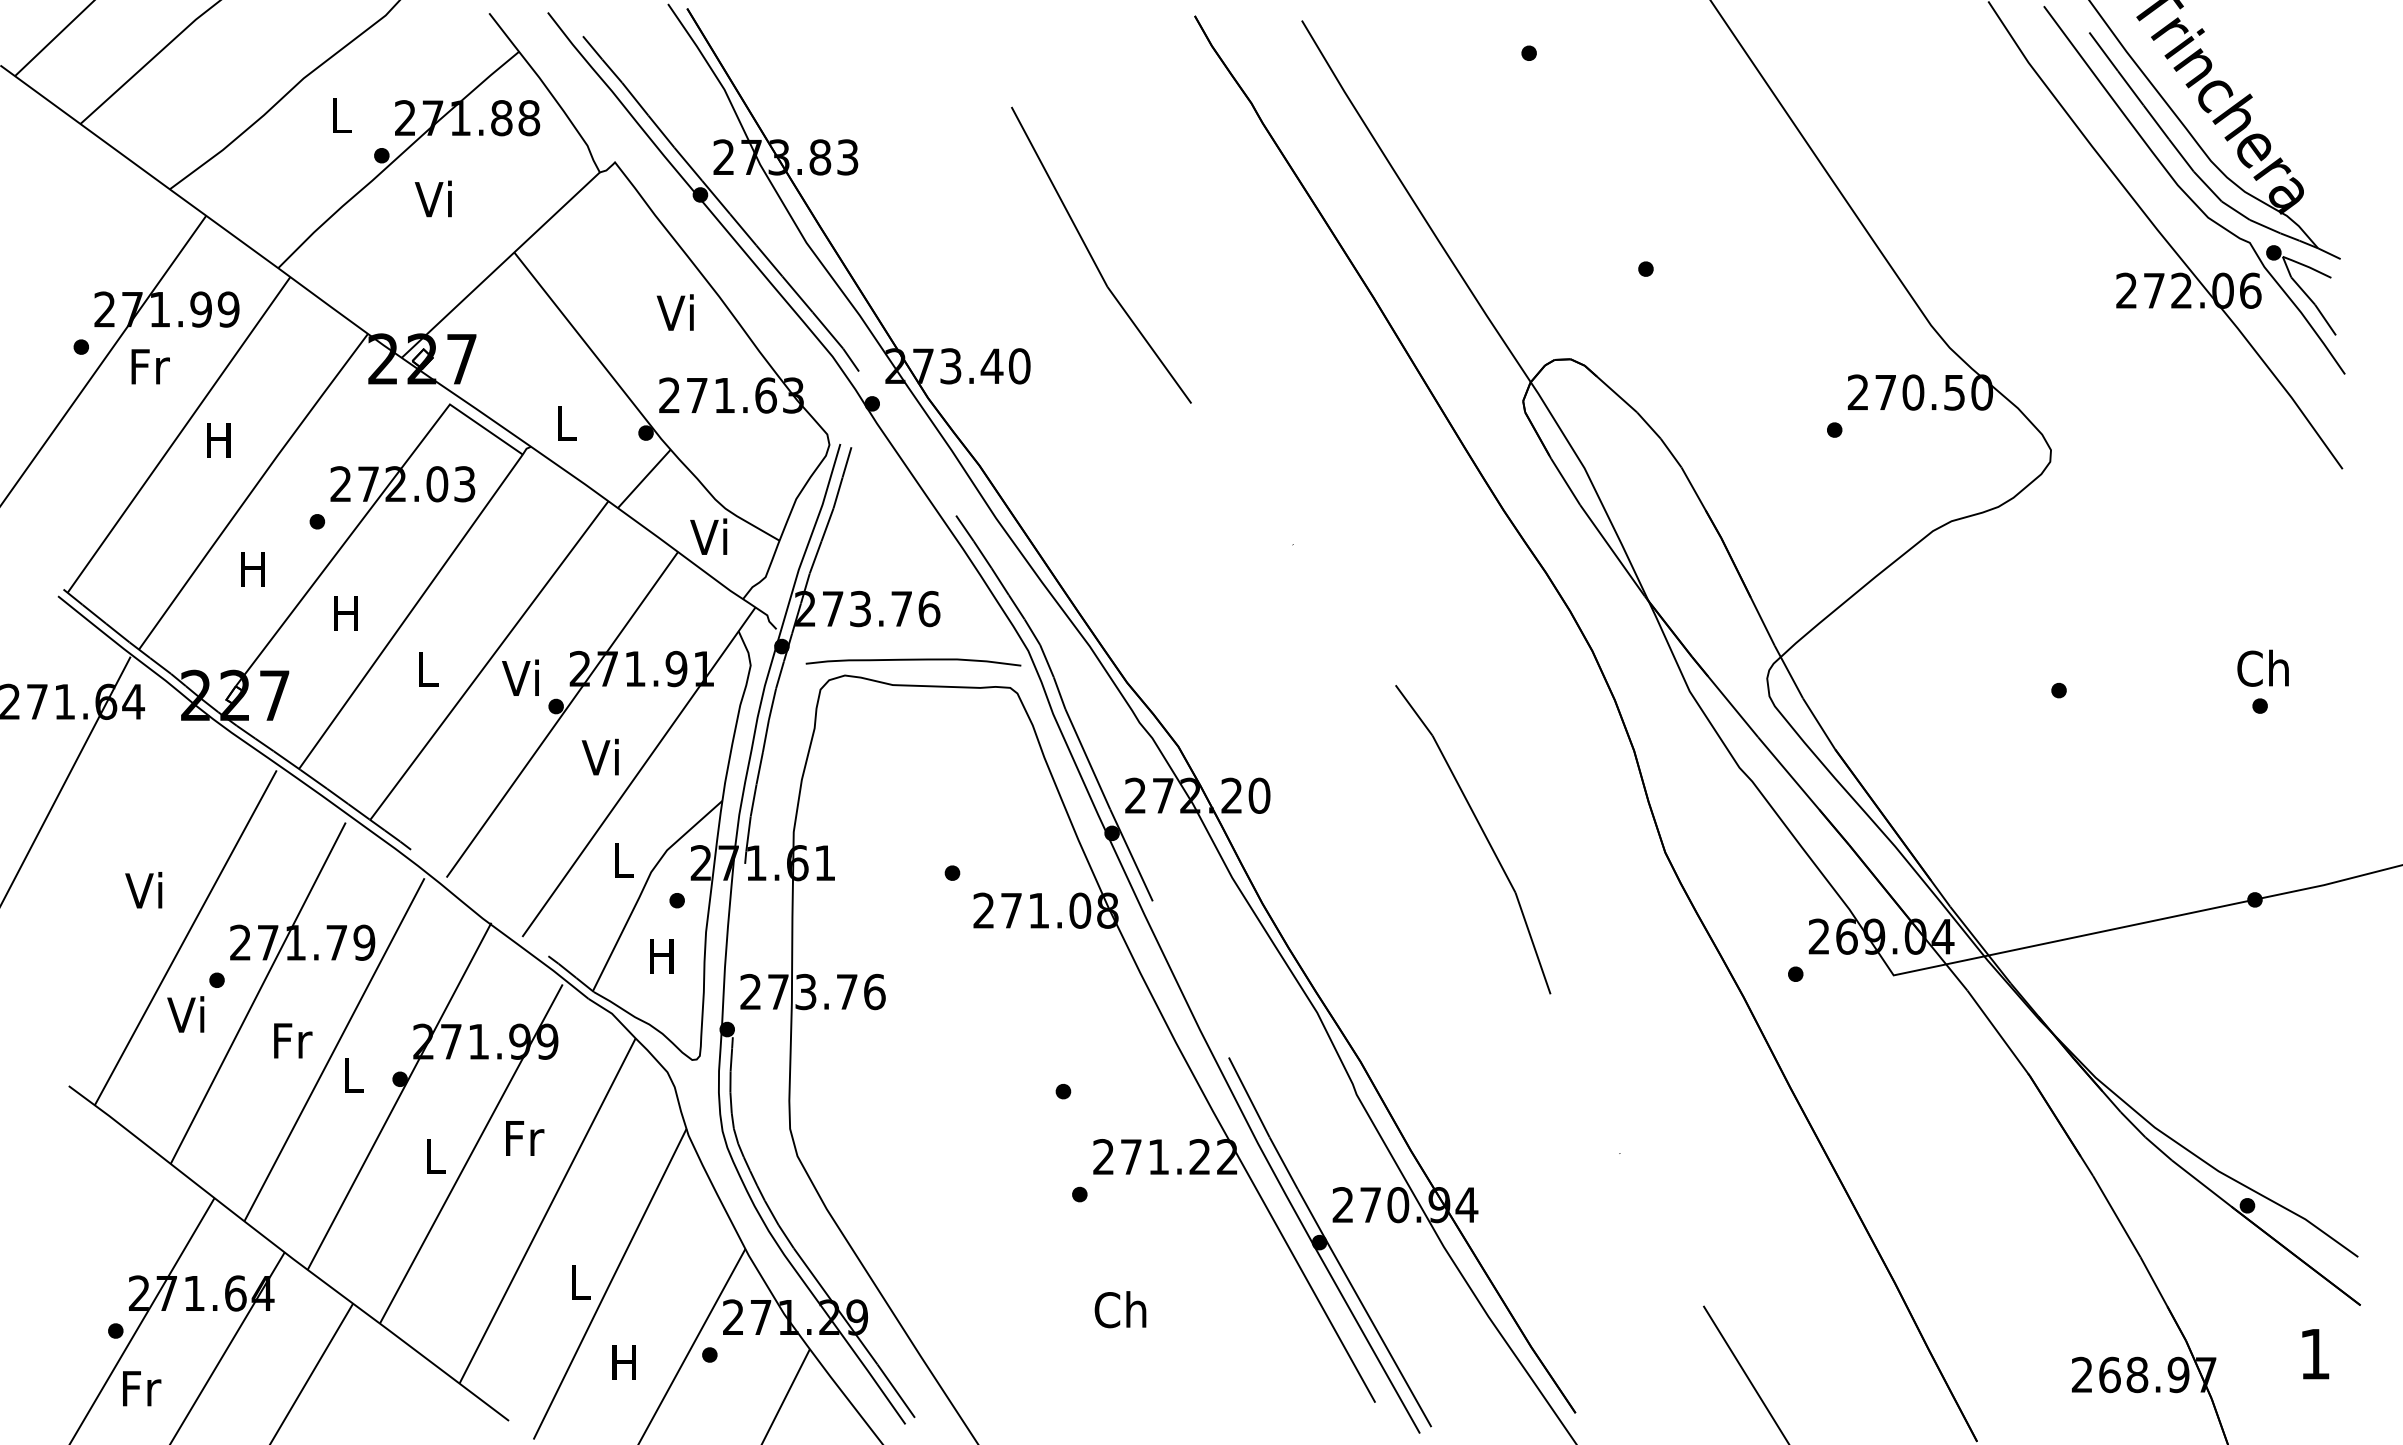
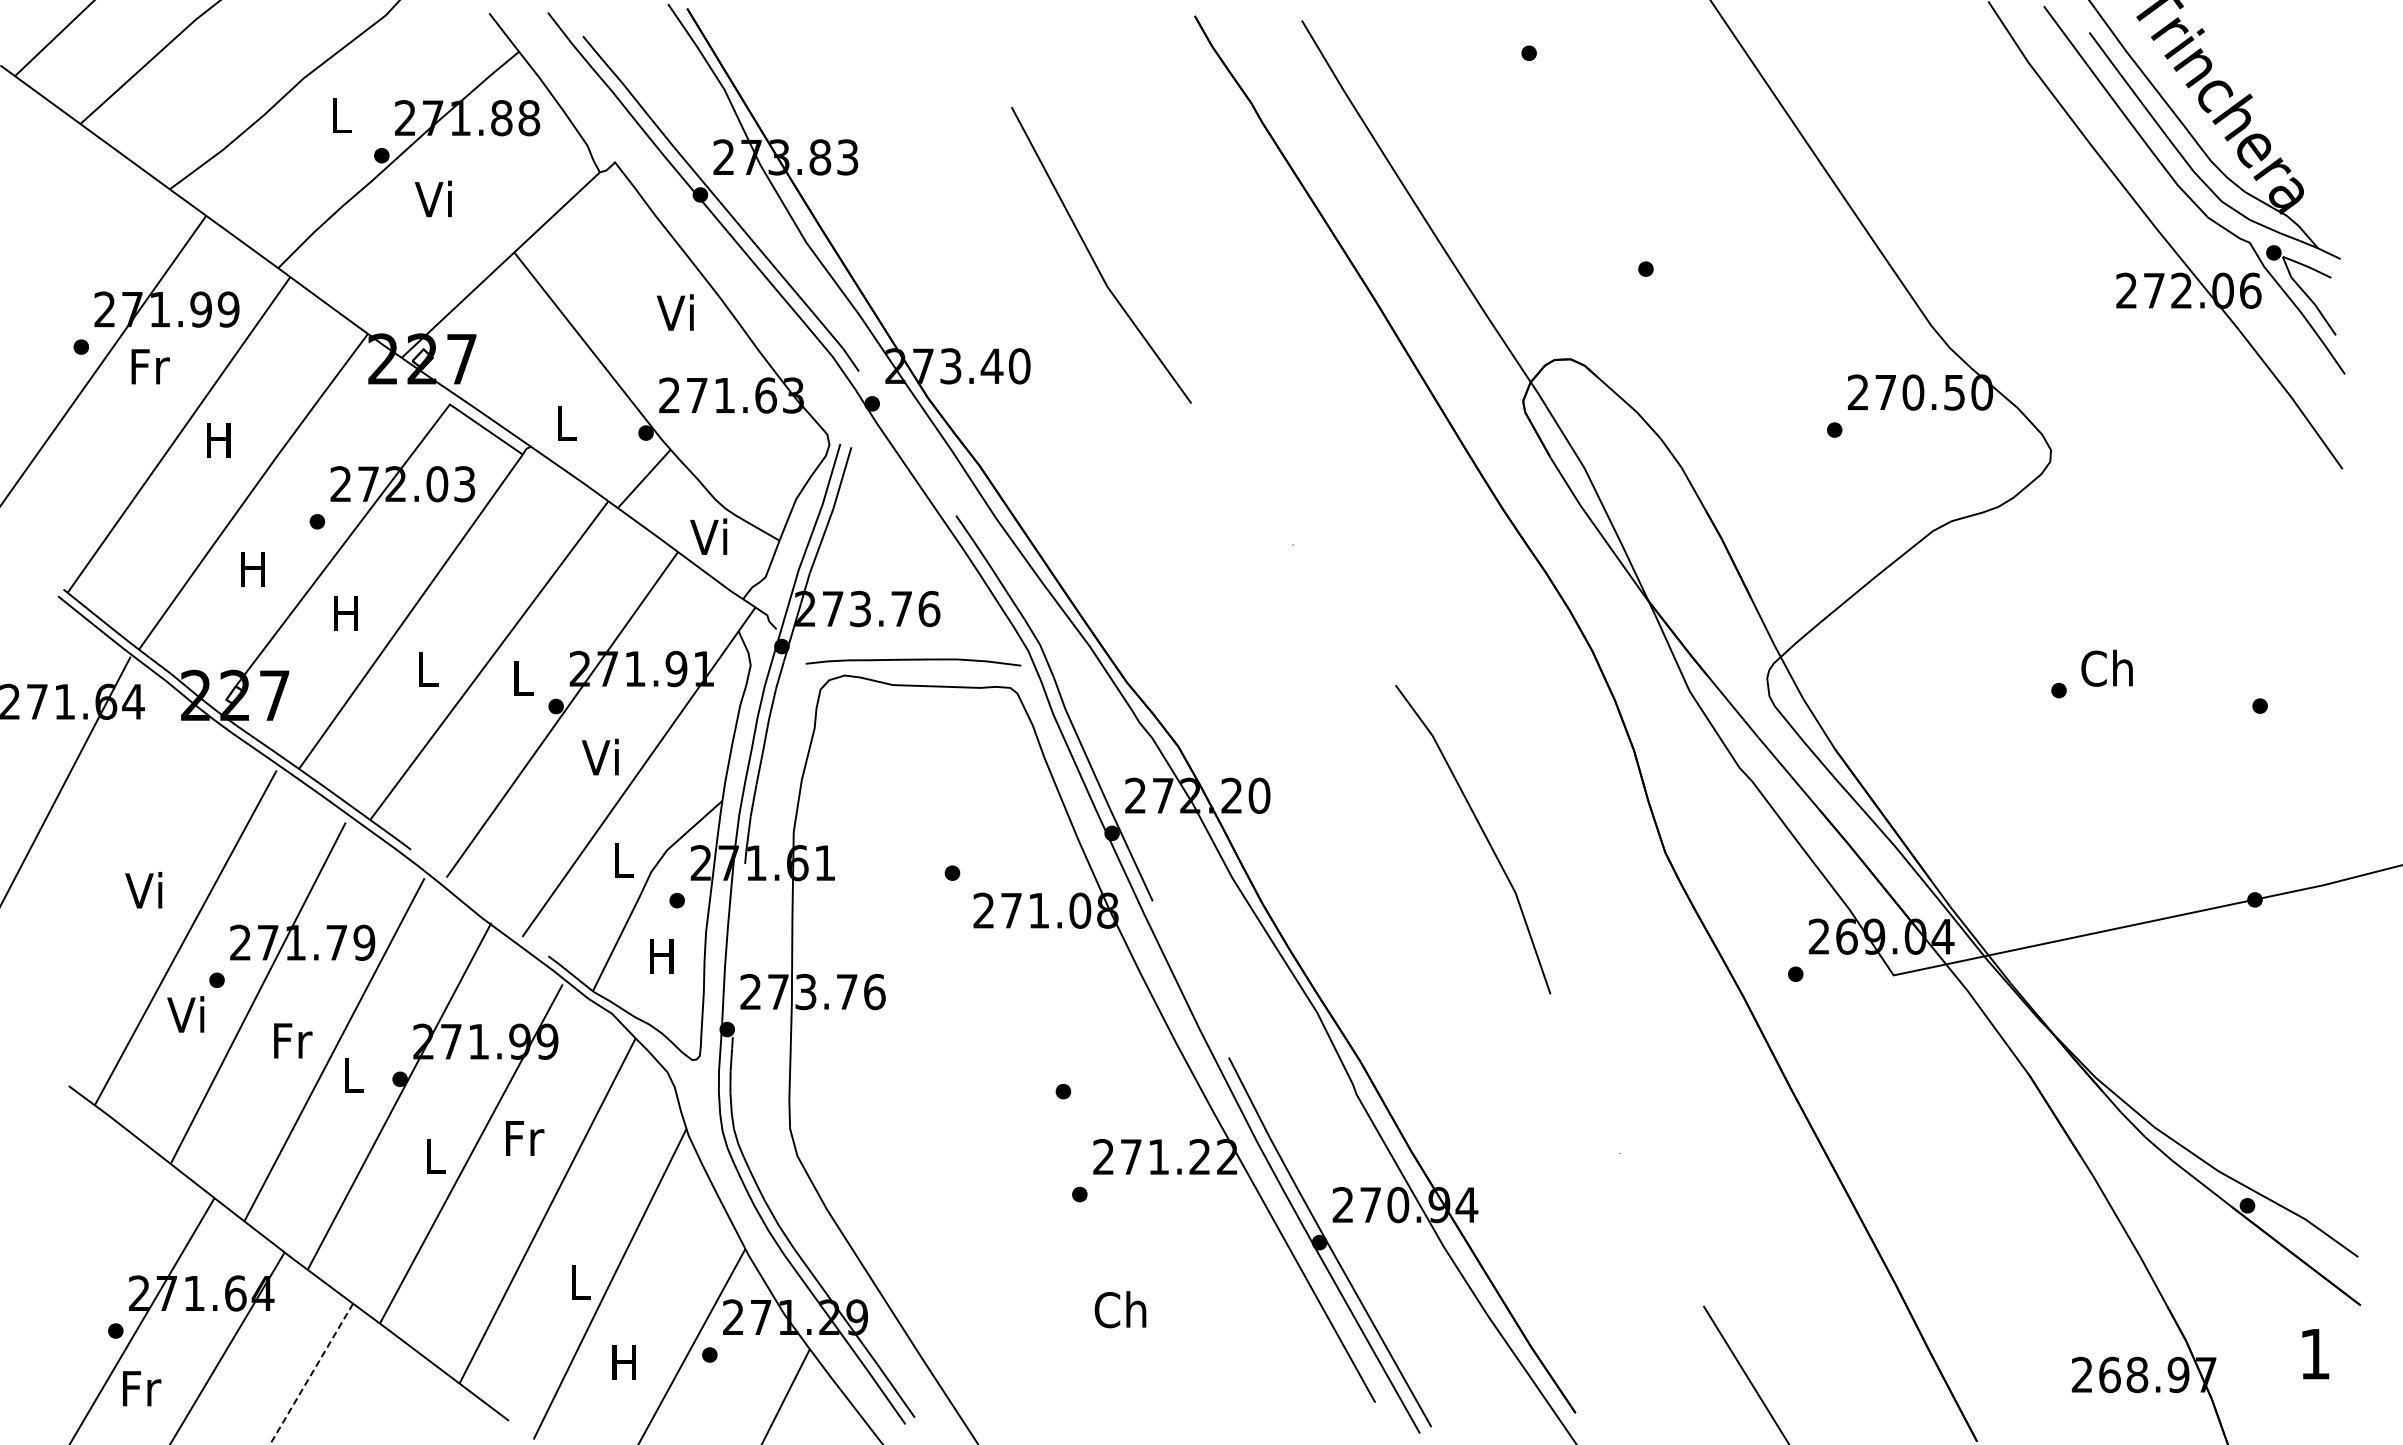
text at (2262, 667) position: (2262, 667) -> (2106, 667)
text at (520, 677): Vi -> L
line at (311, 1374): solid -> dashed
